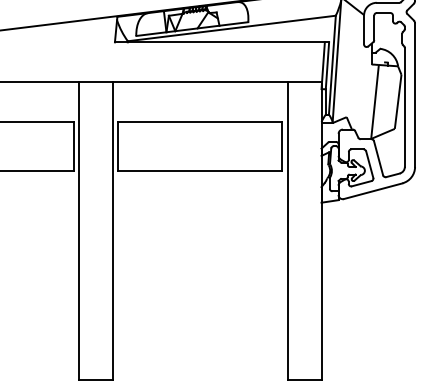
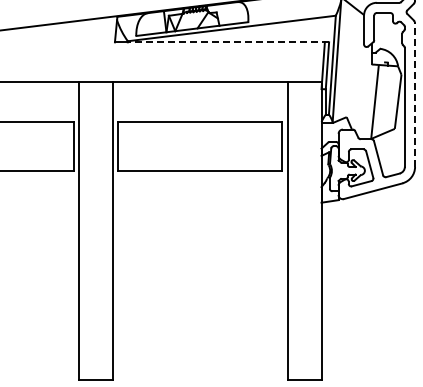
line at (228, 42): solid -> dashed
line at (415, 95): solid -> dashed
